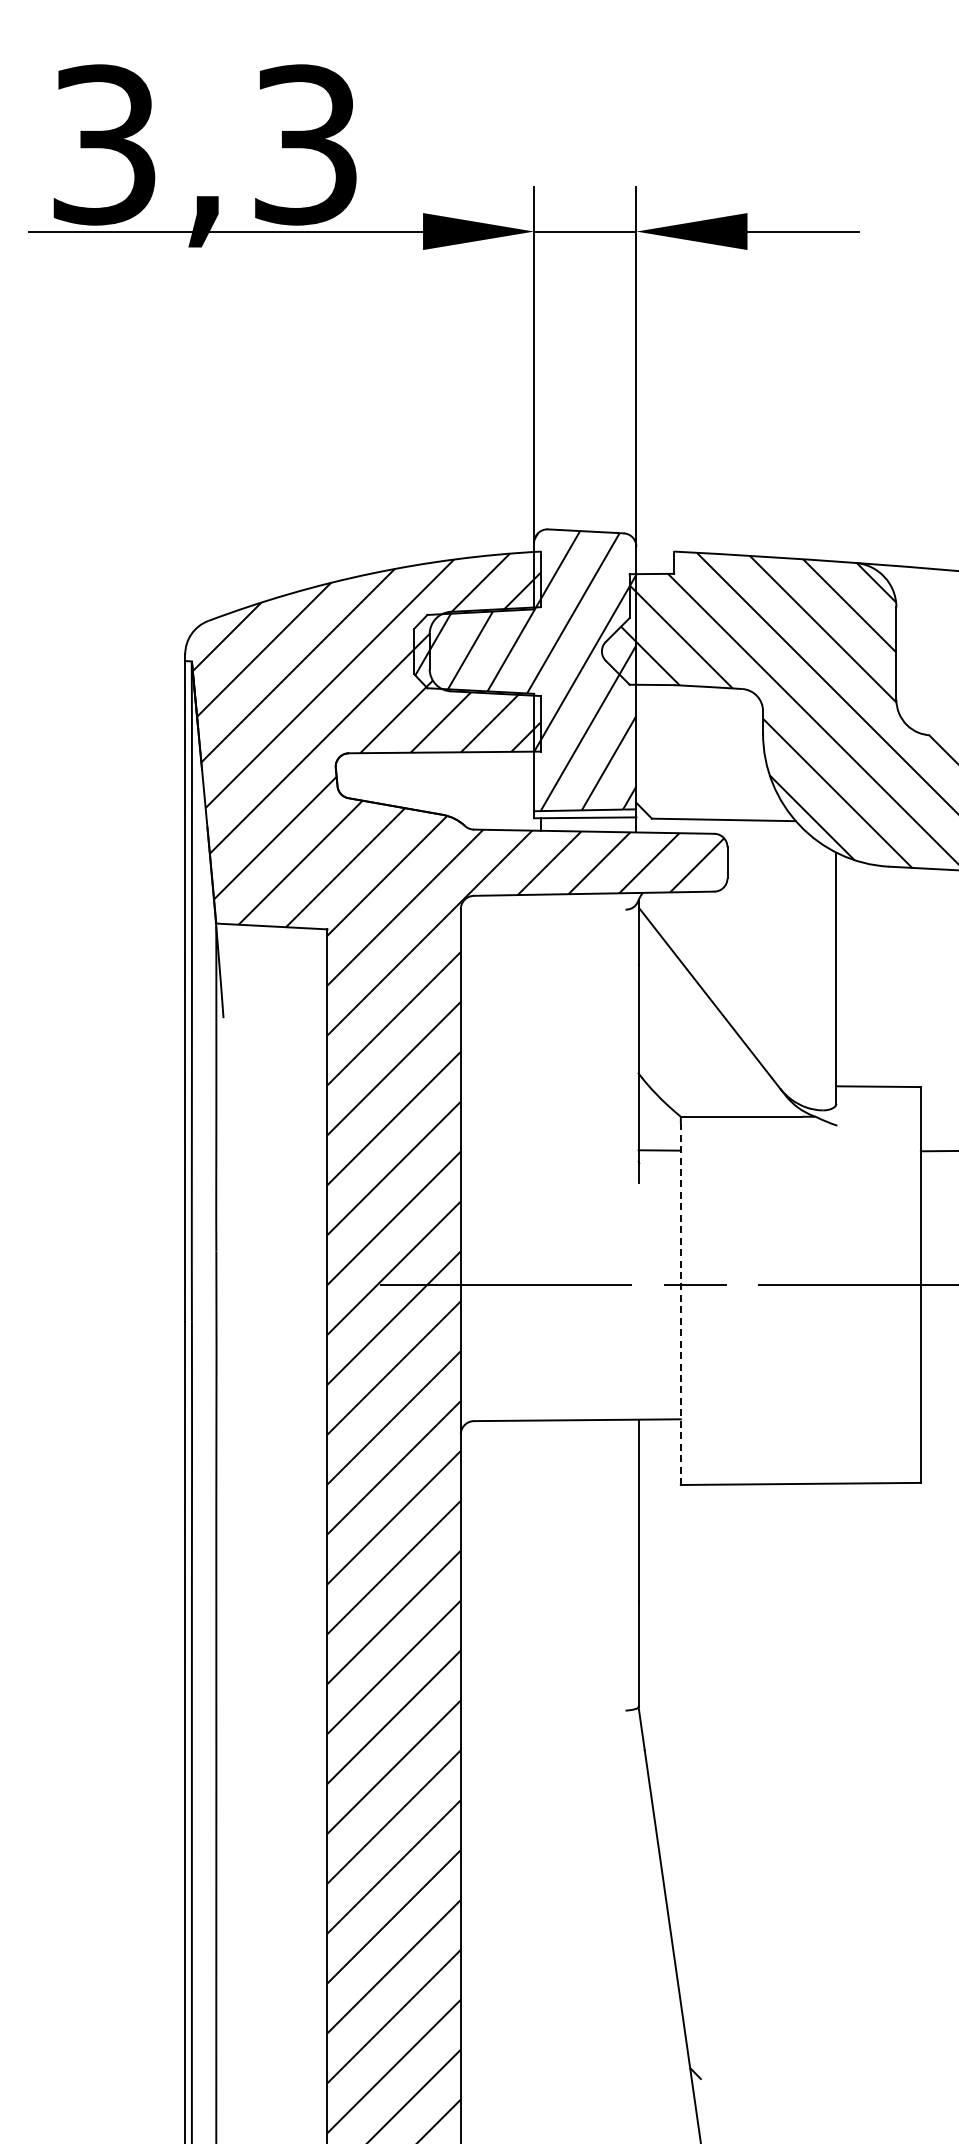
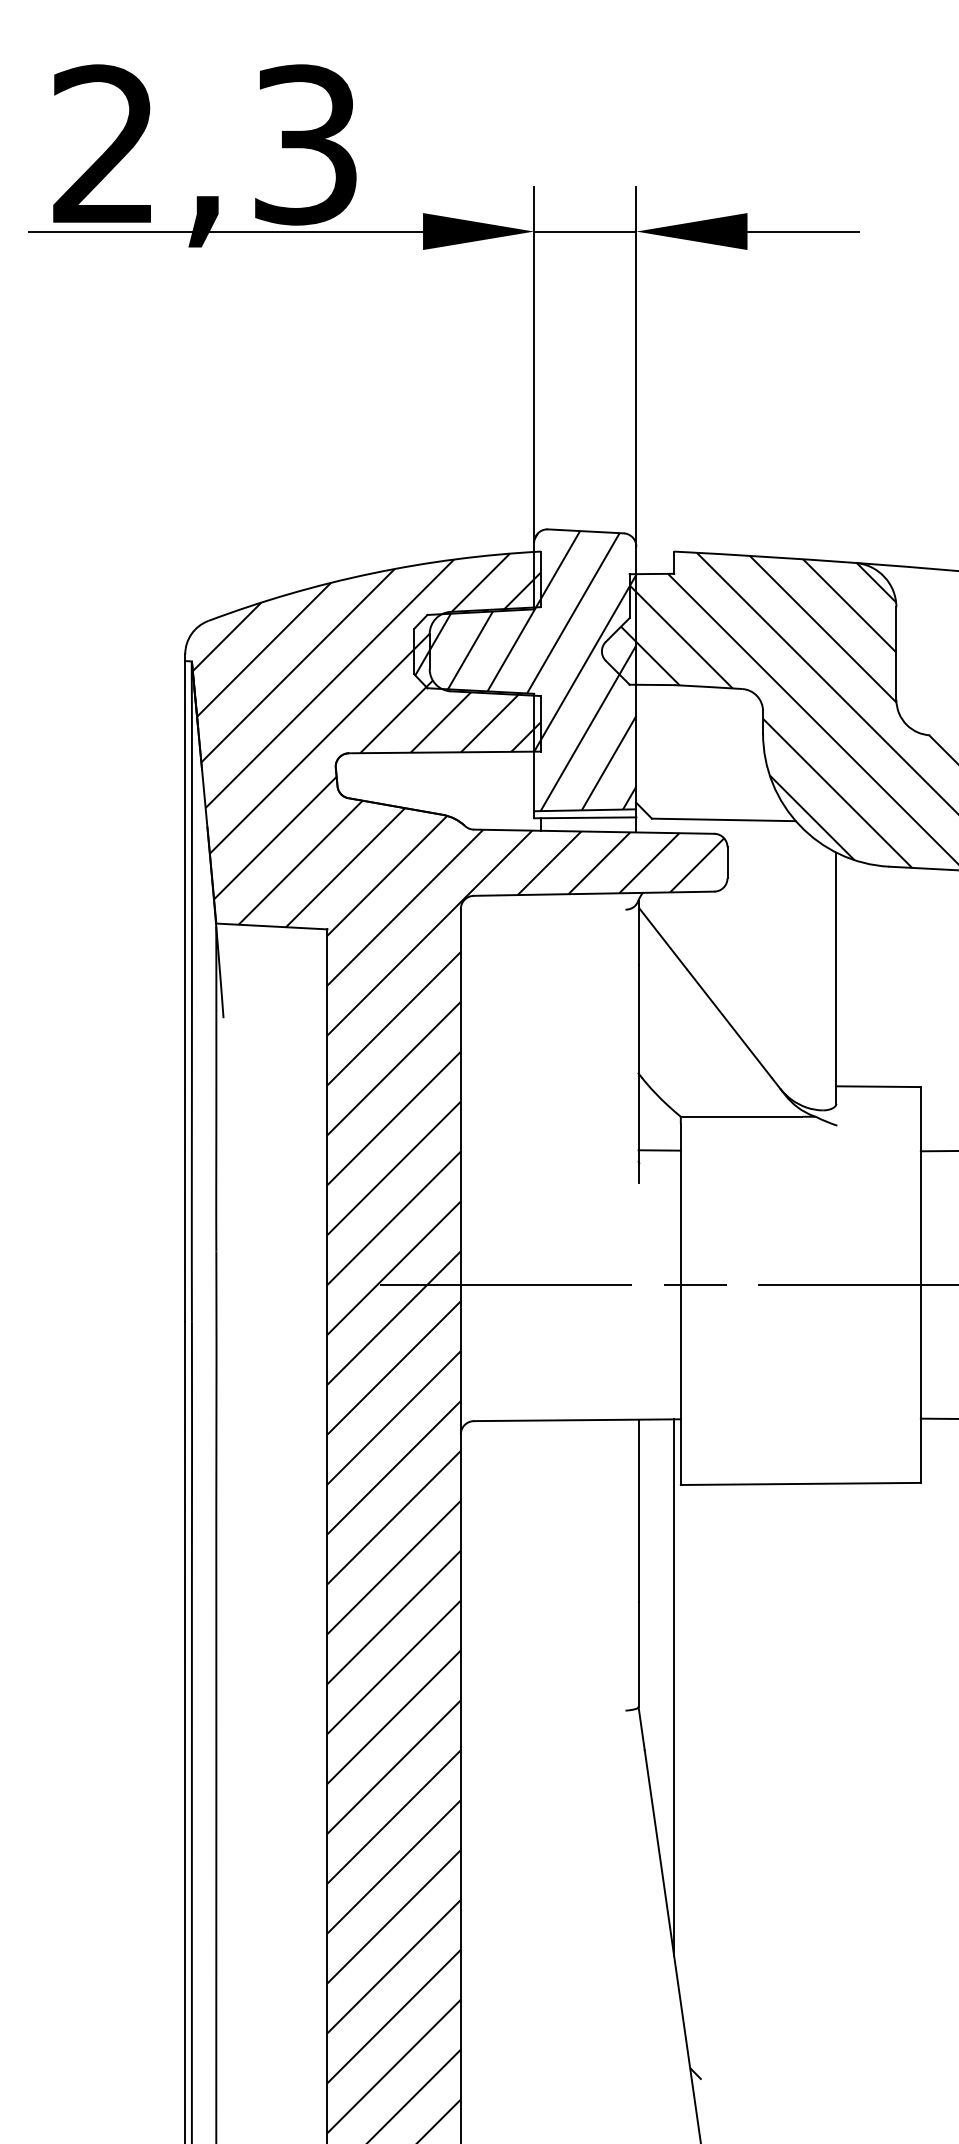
text at (104, 144): 3,3 -> 2,3
line at (680, 1304): dashed -> solid
line at (937, 1418): none -> present
line at (674, 1687): none -> present
